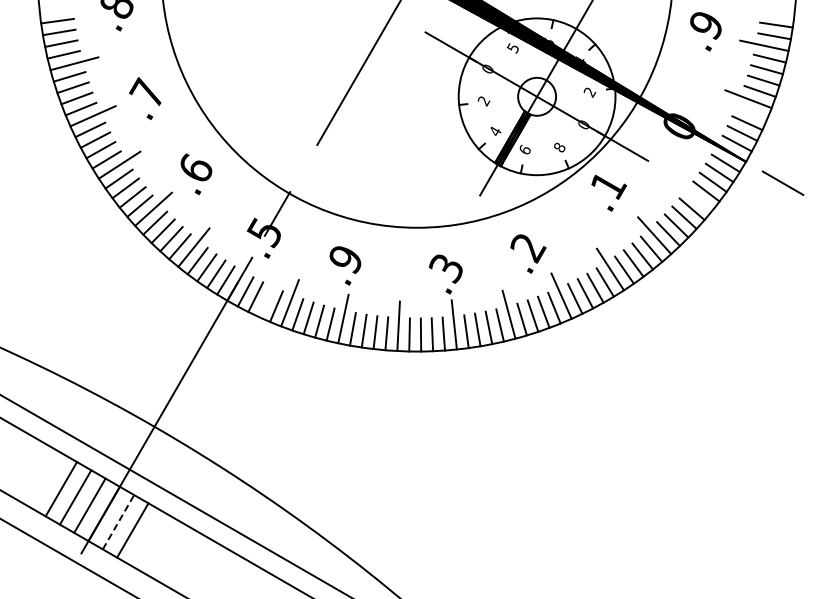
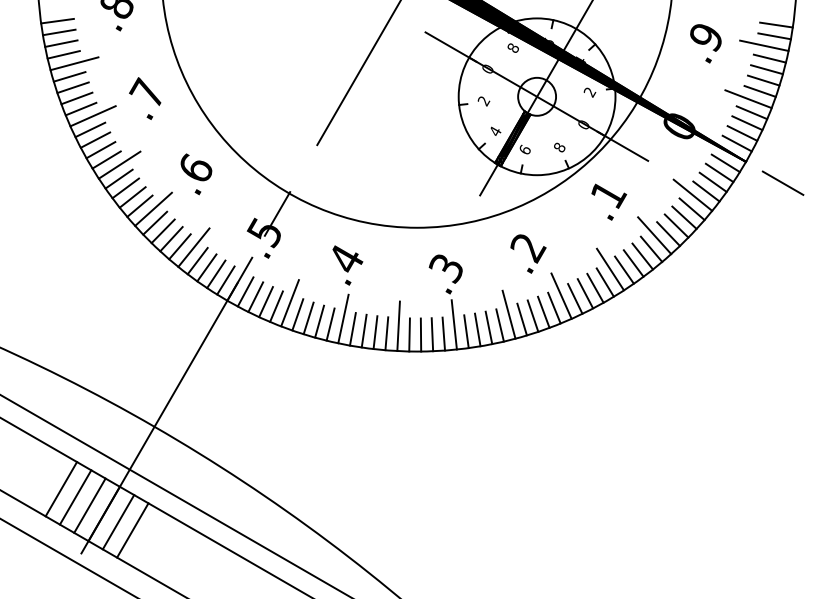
text at (705, 31) position: (705, 31) -> (705, 43)
text at (512, 48): 5 -> 8
line at (751, 112): none -> present
text at (609, 192) position: (609, 192) -> (609, 201)
line at (692, 194): none -> present
text at (346, 259): .9 -> .4
line at (265, 302): none -> present
line at (118, 521): dashed -> solid
